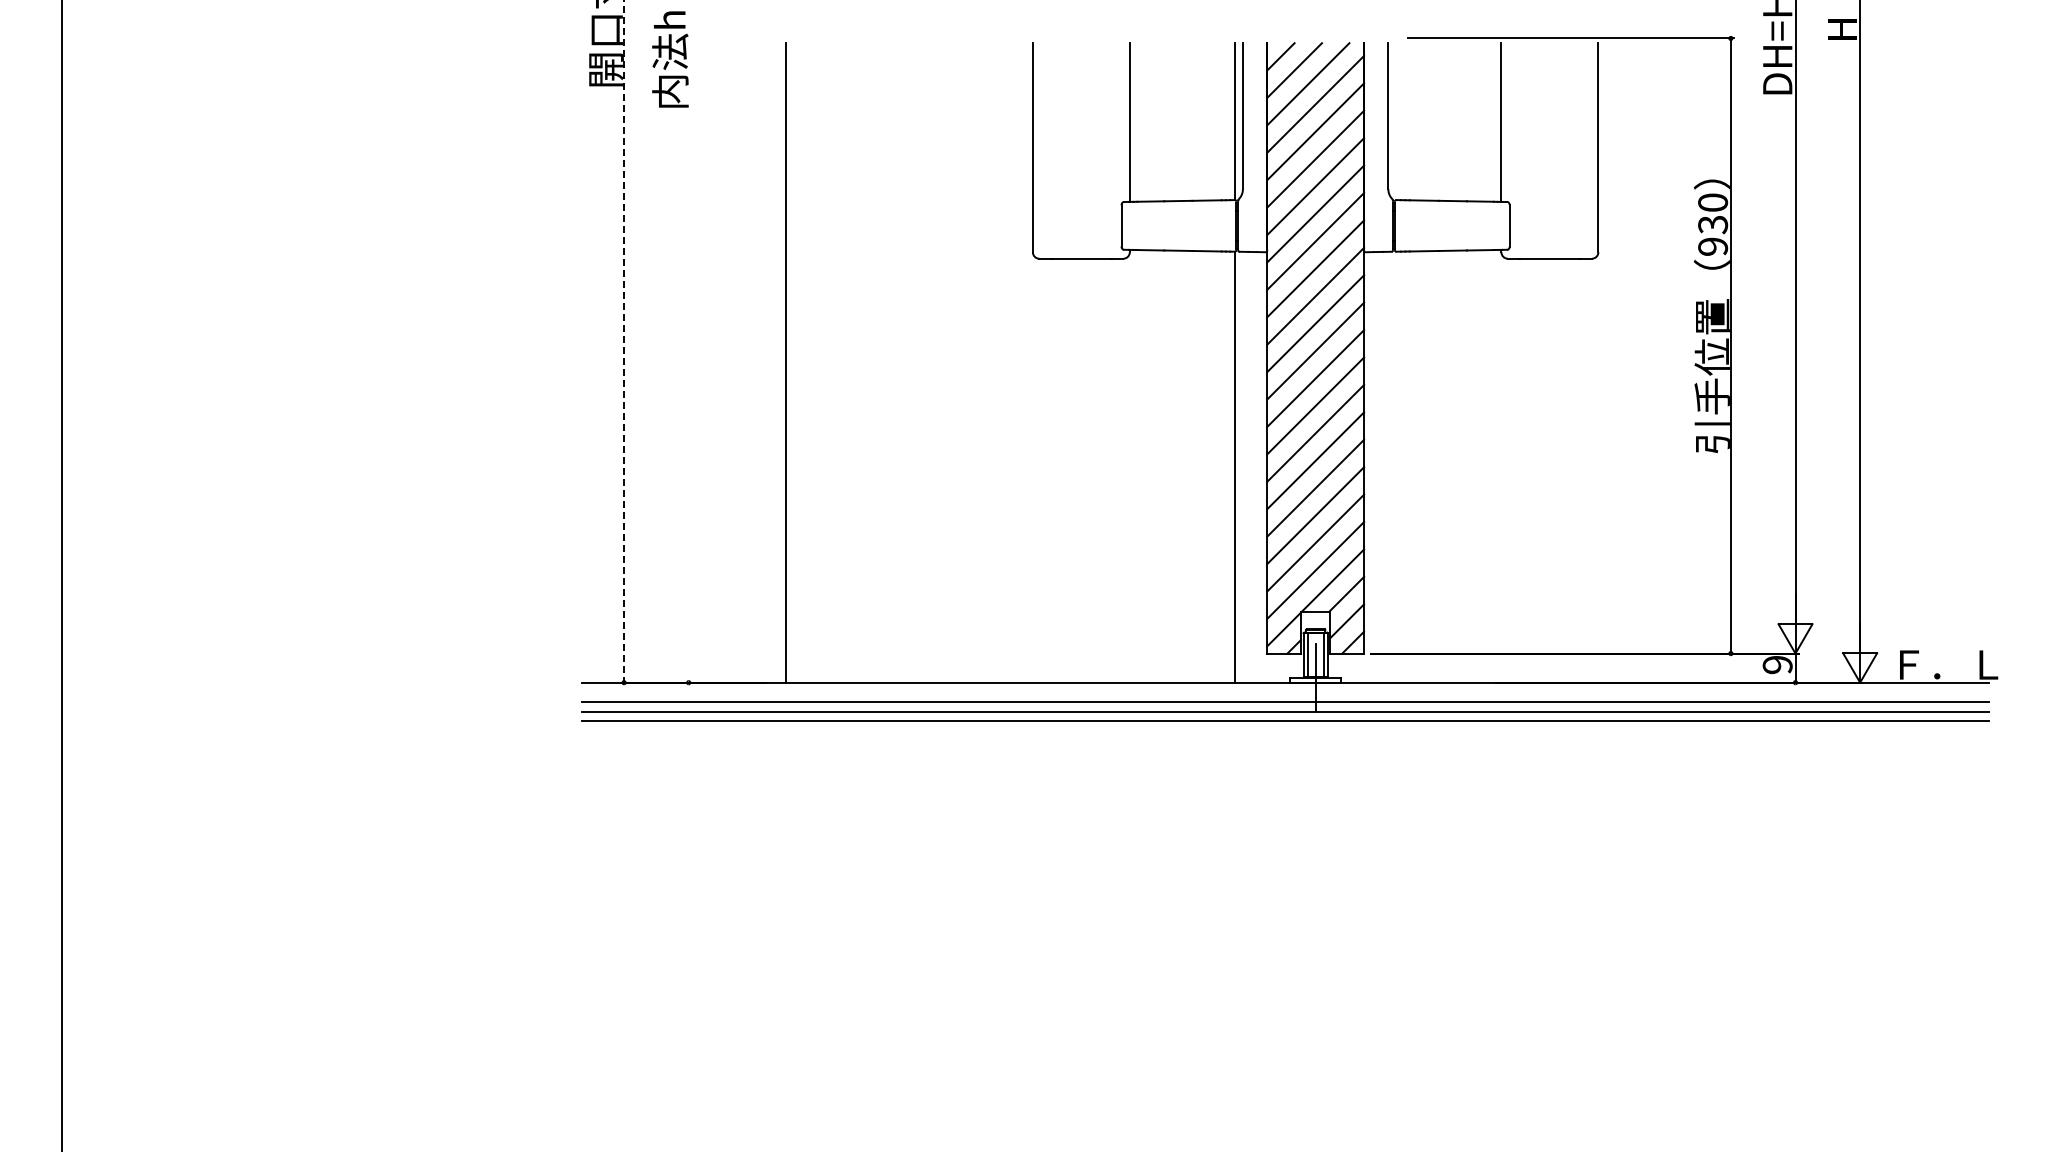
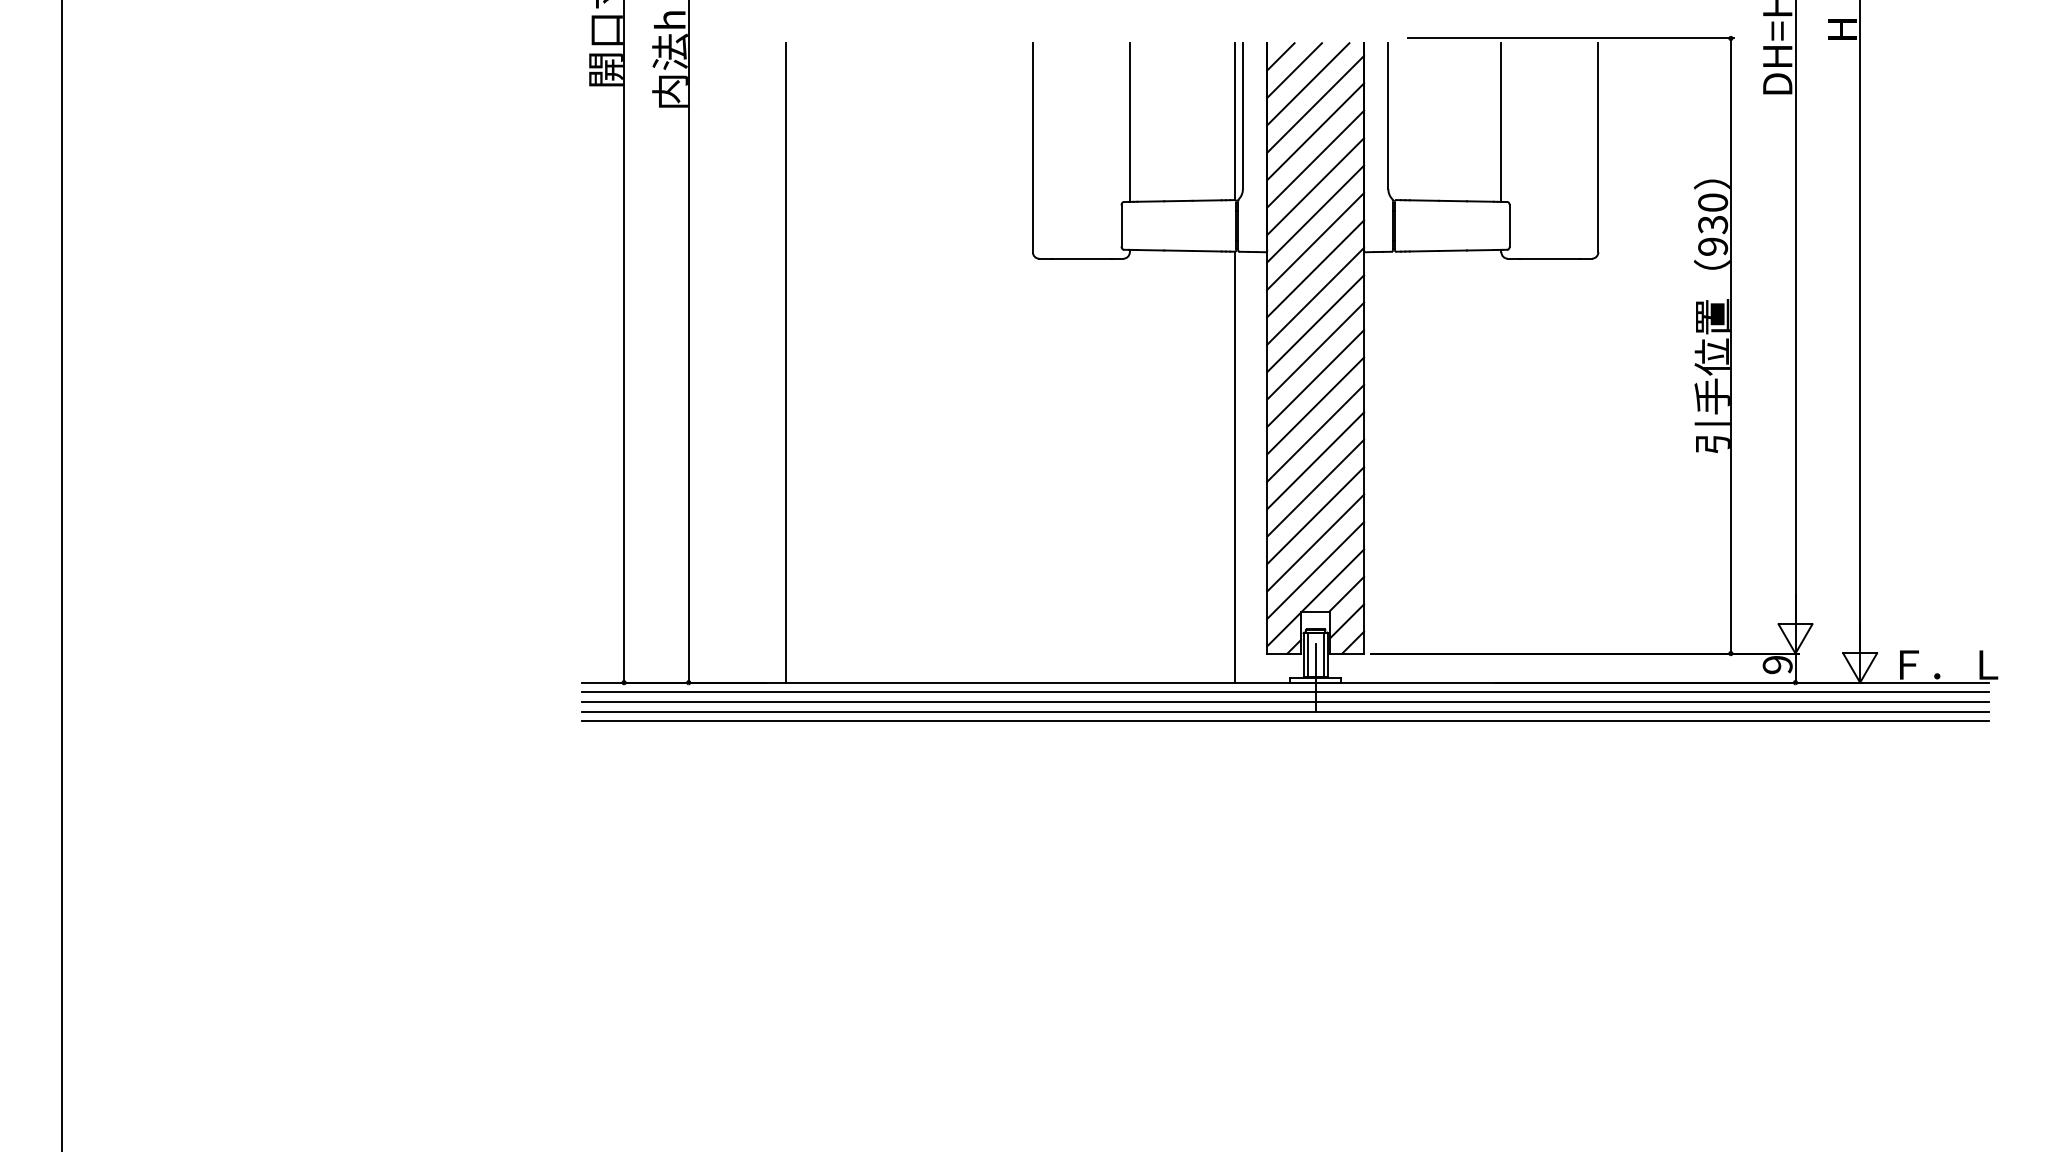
line at (624, 341): dashed -> solid
line at (688, 342): none -> present
line at (1285, 692): none -> present
